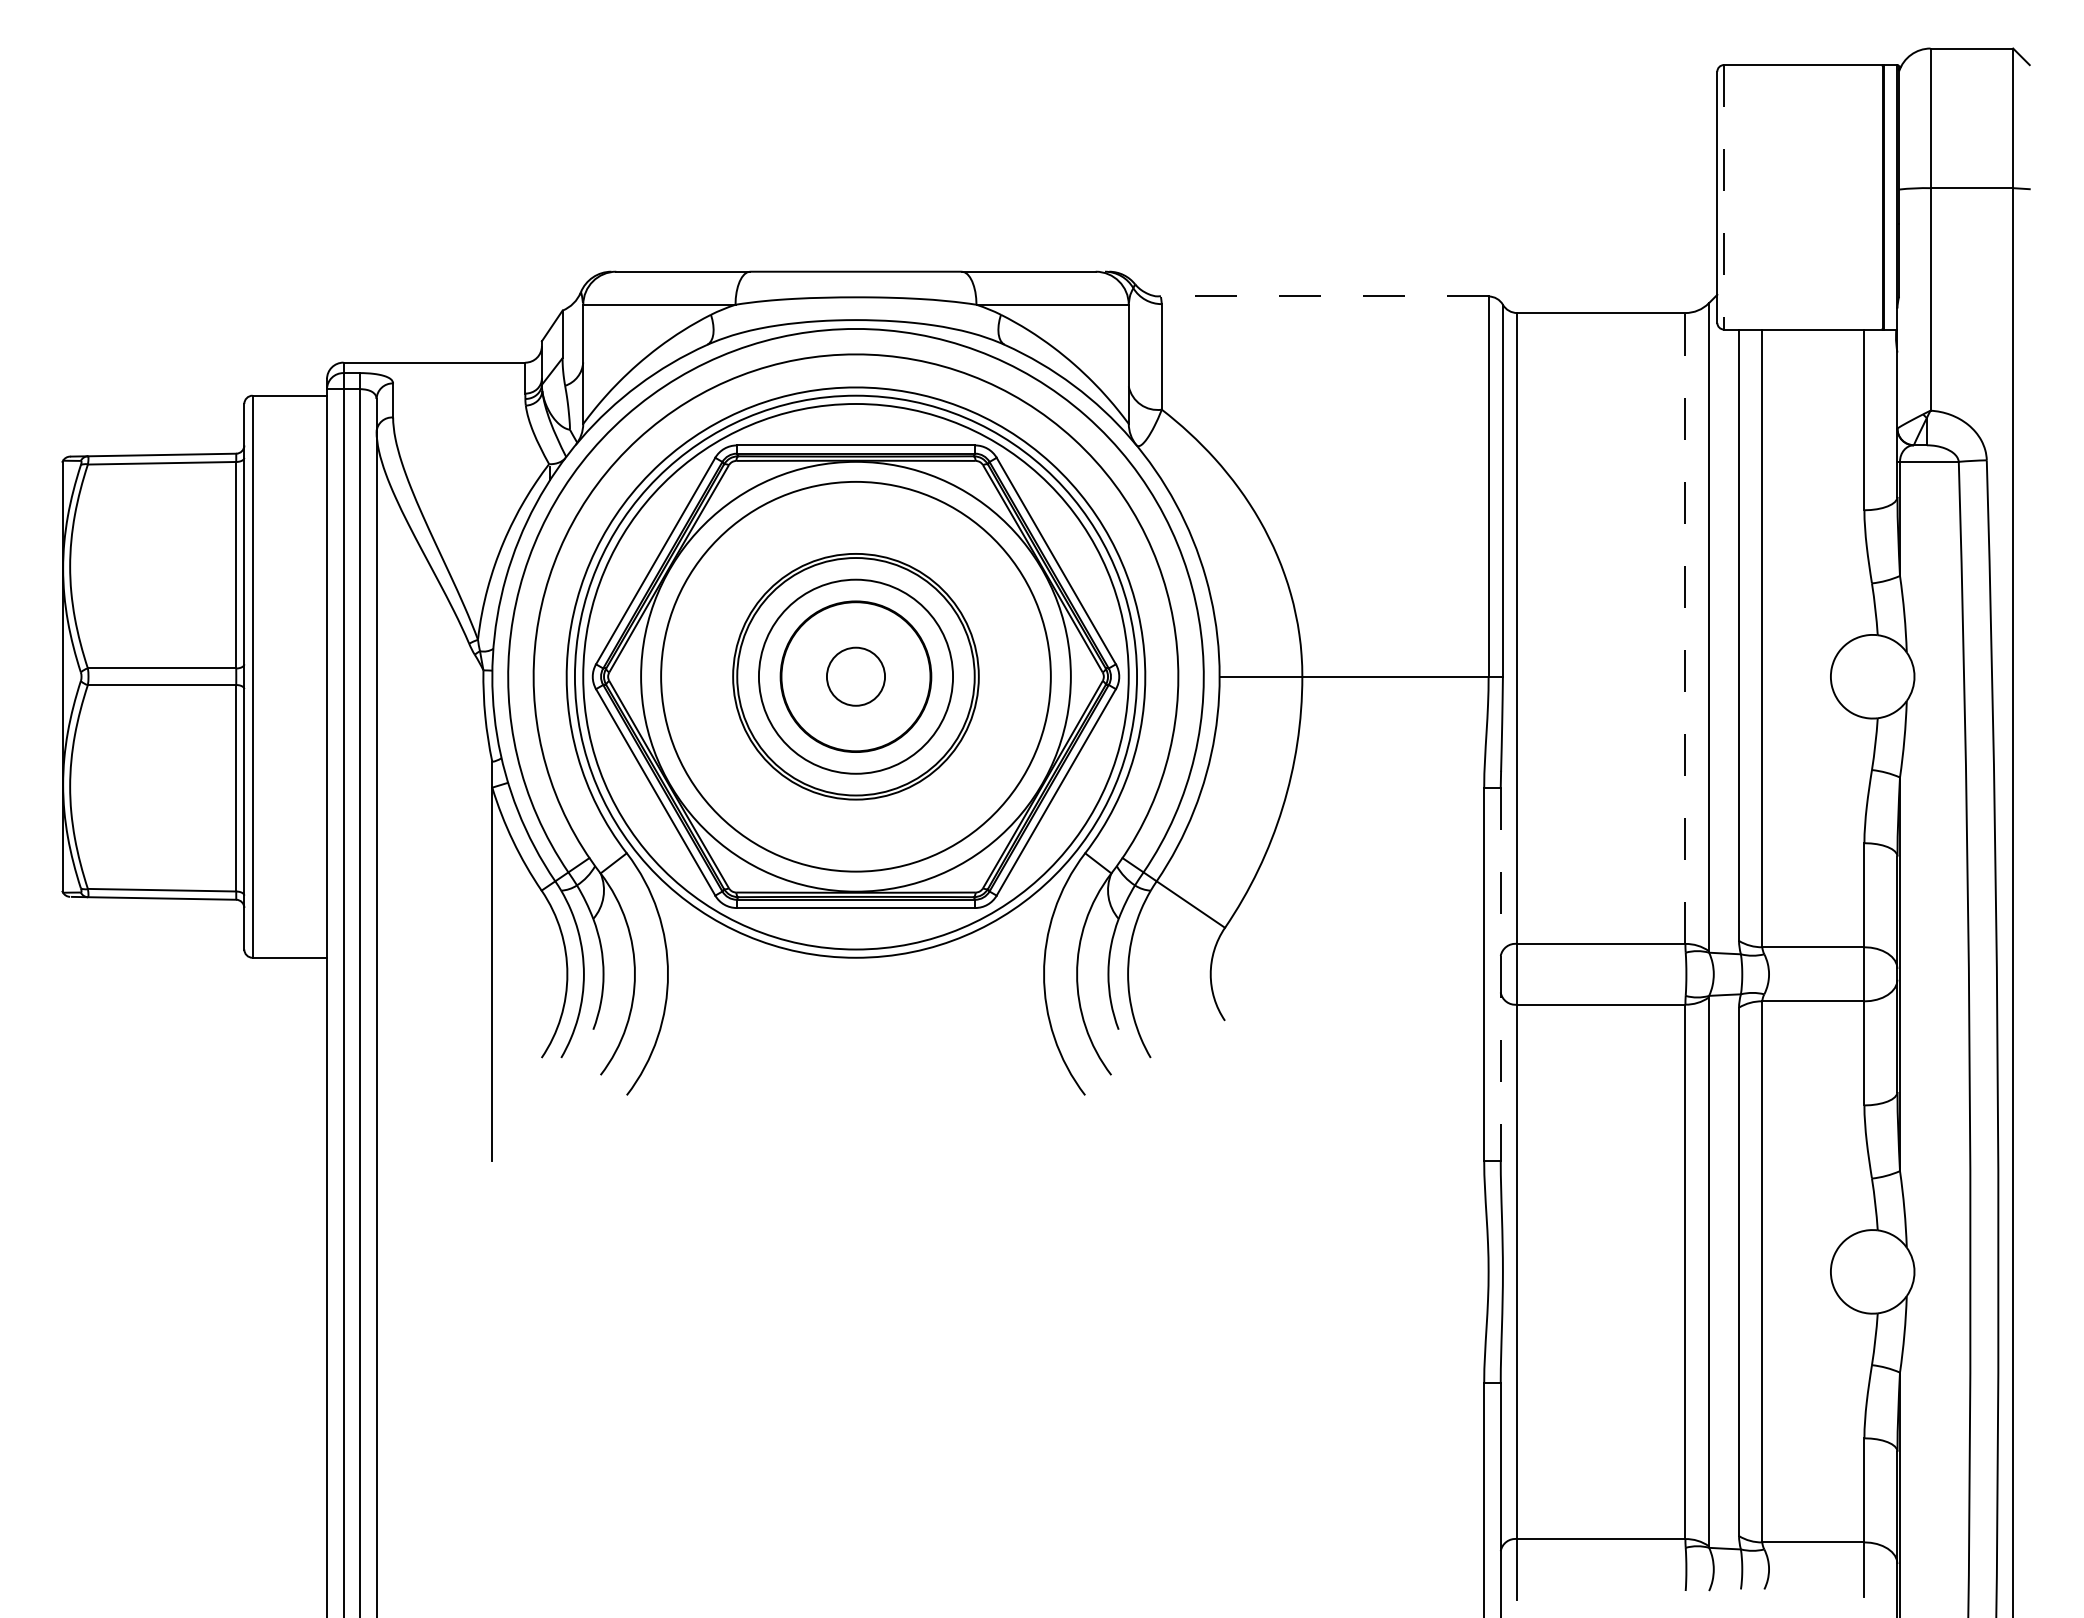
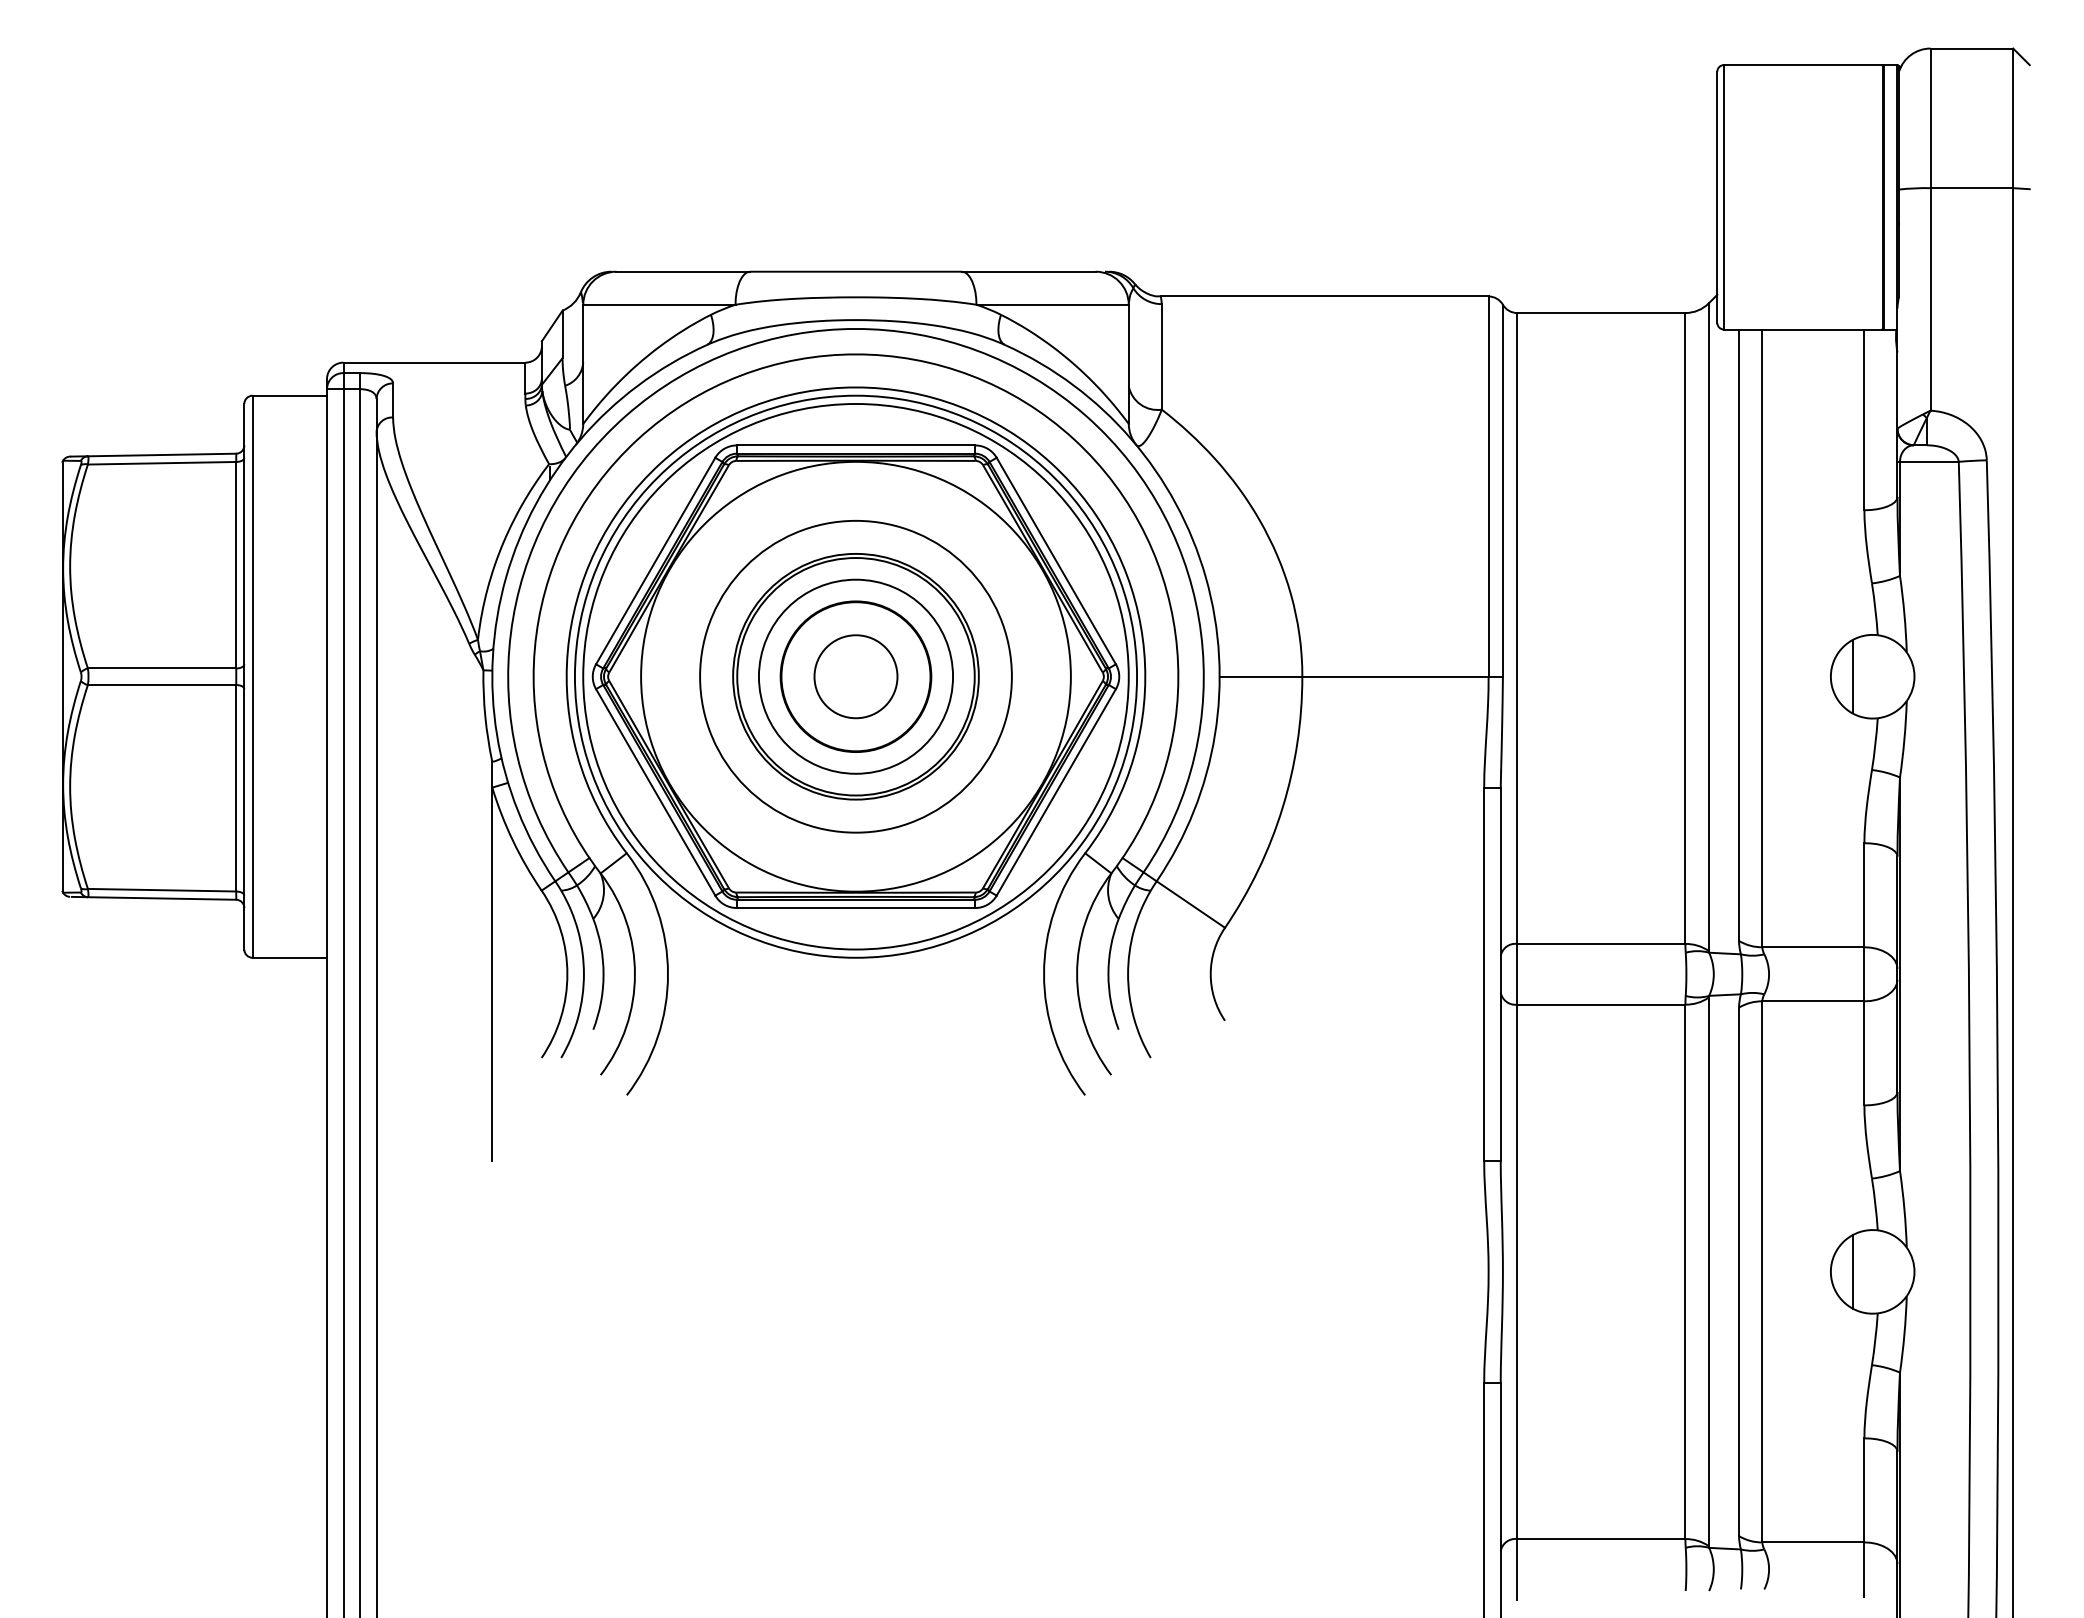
line at (1723, 197): dashed -> solid
line at (1324, 296): dashed -> solid
line at (1685, 627): dashed -> solid
circle at (855, 676) diameter: 390 px -> 312 px
circle at (855, 676) diameter: 58 px -> 83 px
line at (1852, 676): none -> present
line at (1500, 974): dashed -> solid
line at (1852, 1271): none -> present
